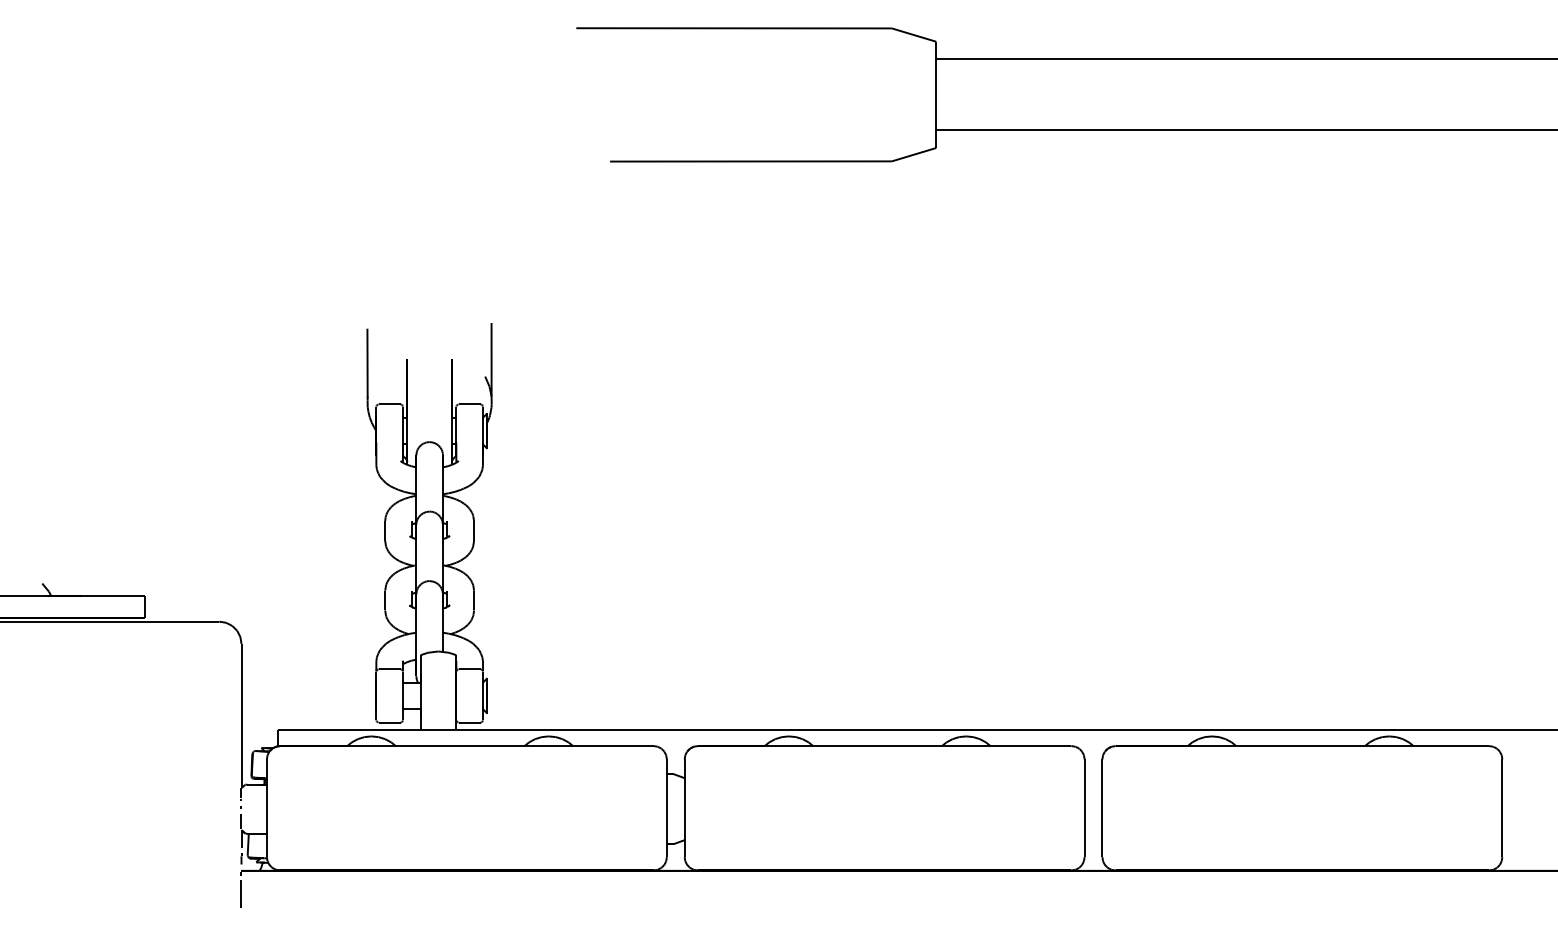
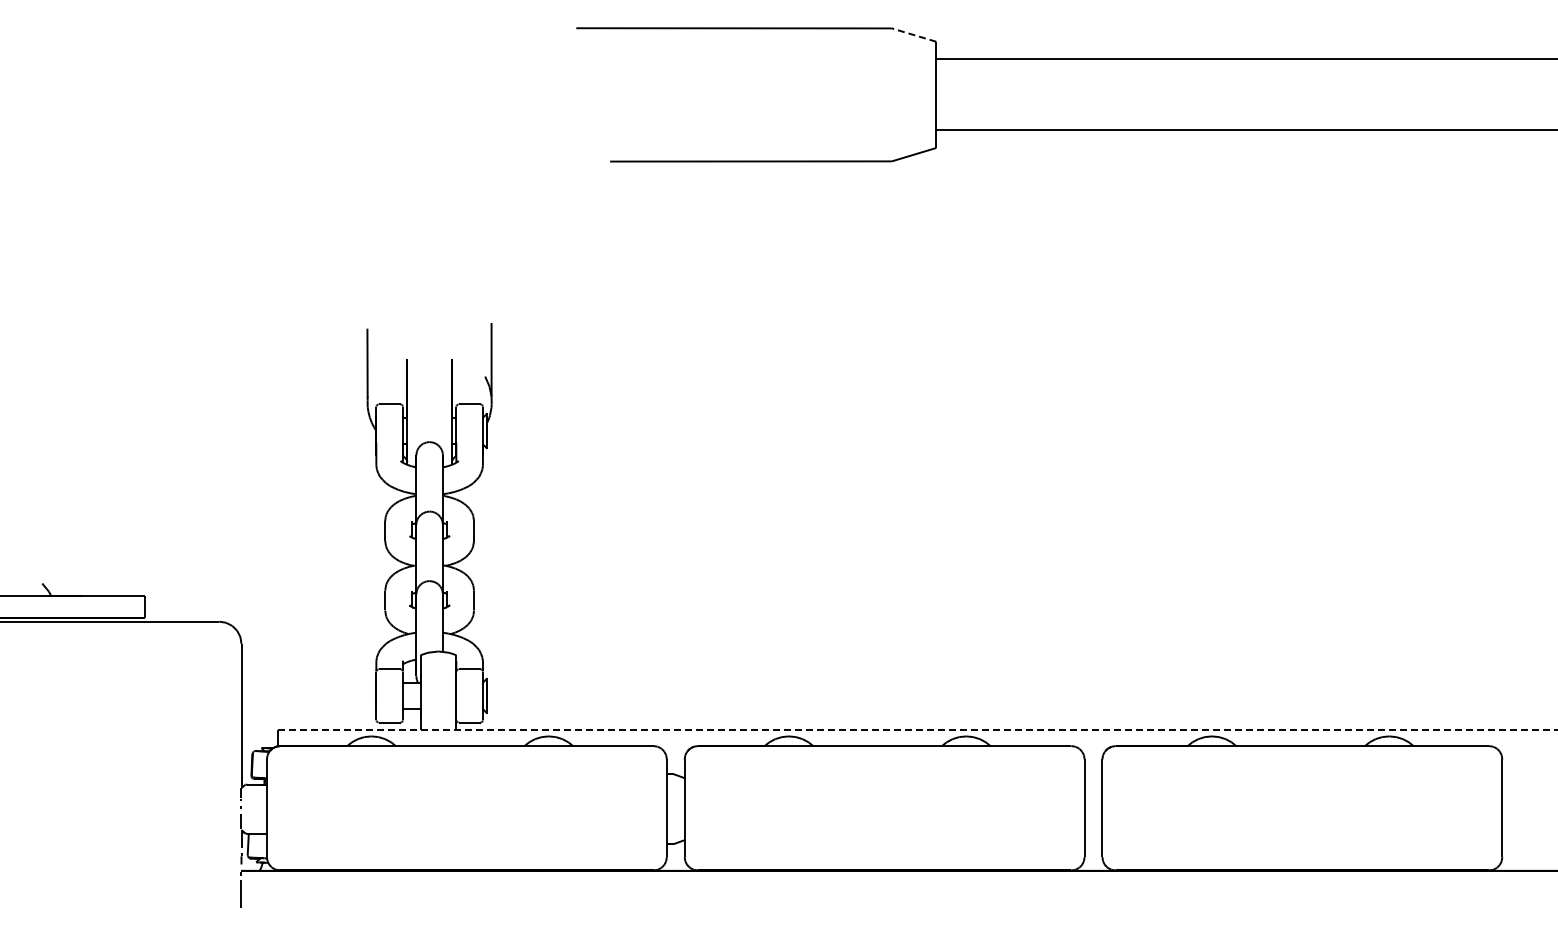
line at (913, 34): solid -> dashed
line at (918, 730): solid -> dashed
